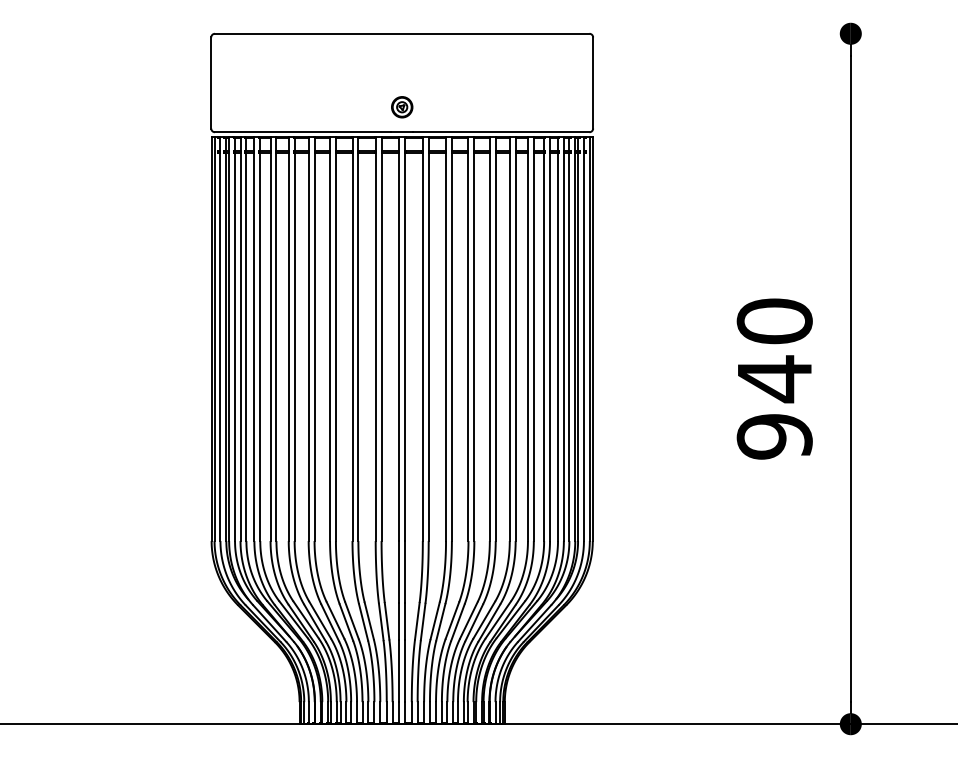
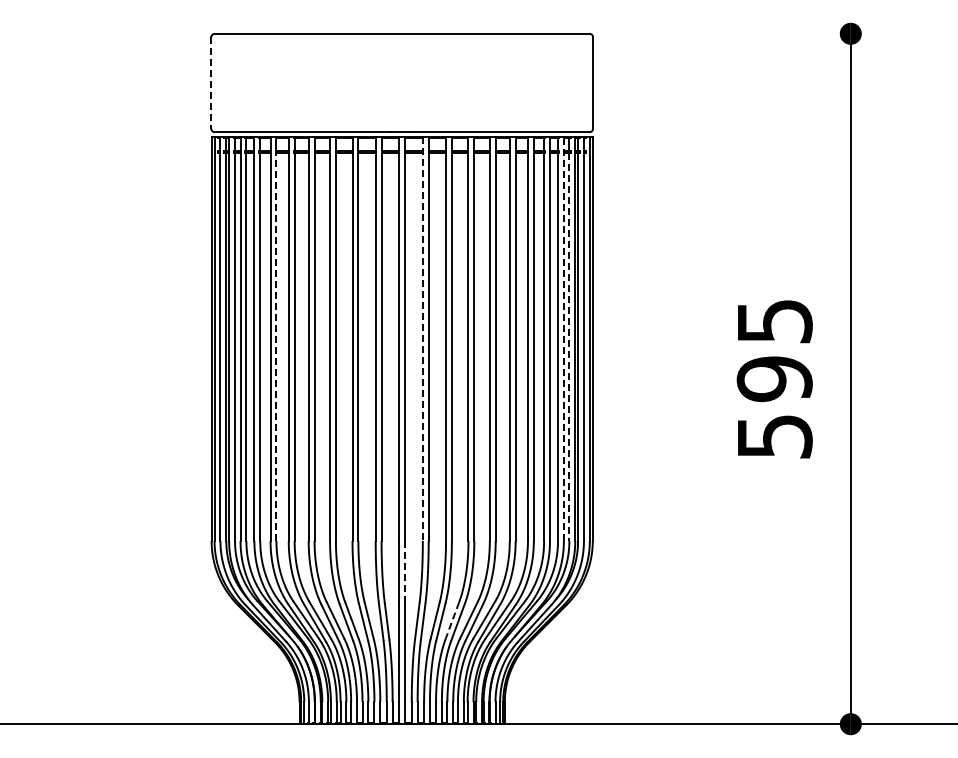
line at (211, 83): solid -> dashed
part at (402, 107): present -> none
line at (563, 338): solid -> dashed
line at (422, 339): solid -> dashed
line at (276, 346): solid -> dashed
line at (569, 347): solid -> dashed
text at (774, 378): 940 -> 595
line at (405, 571): solid -> dashed
line at (452, 621): solid -> dashed
